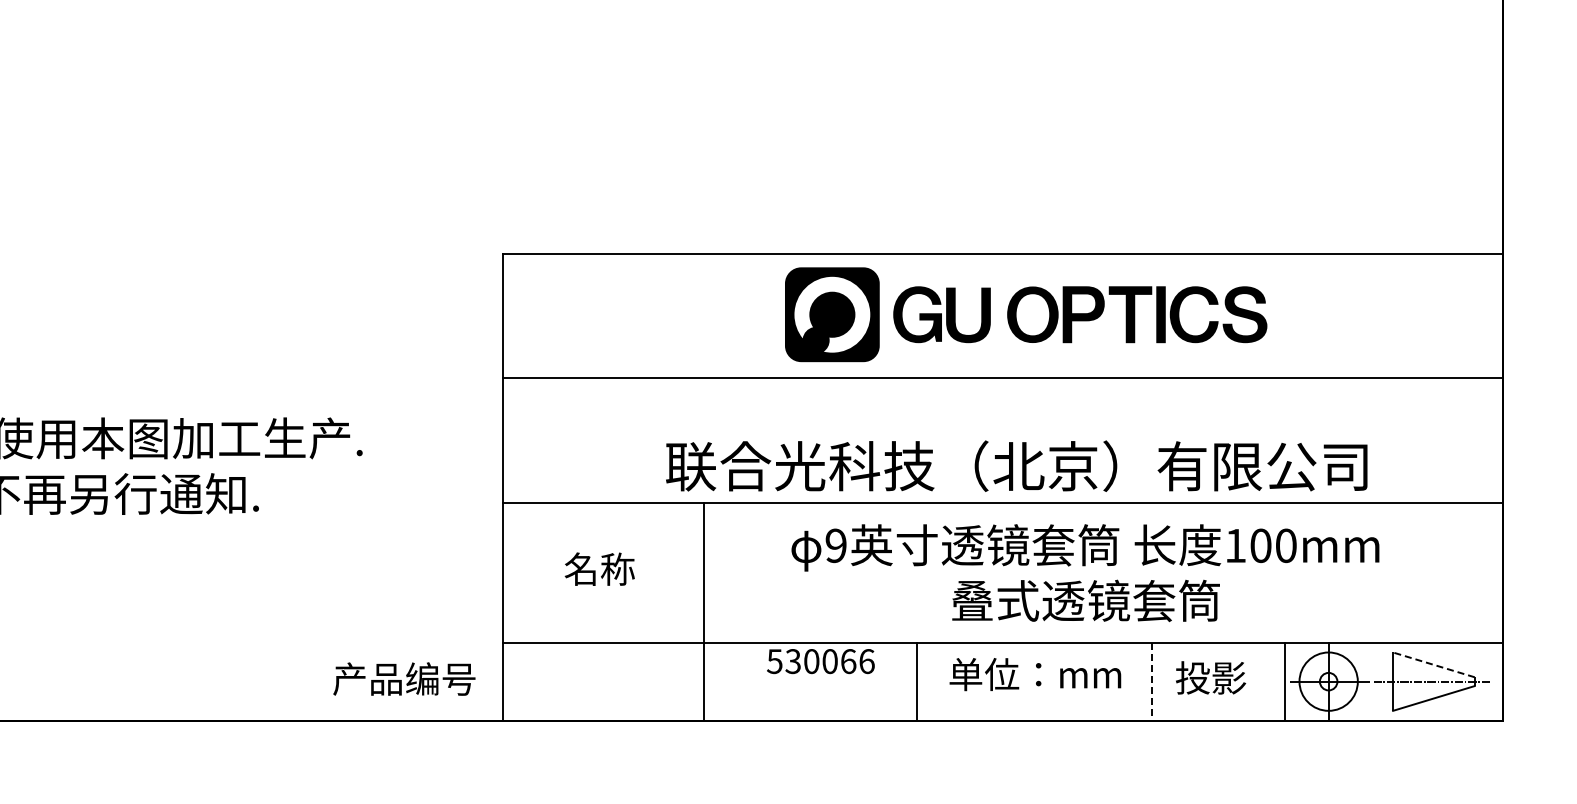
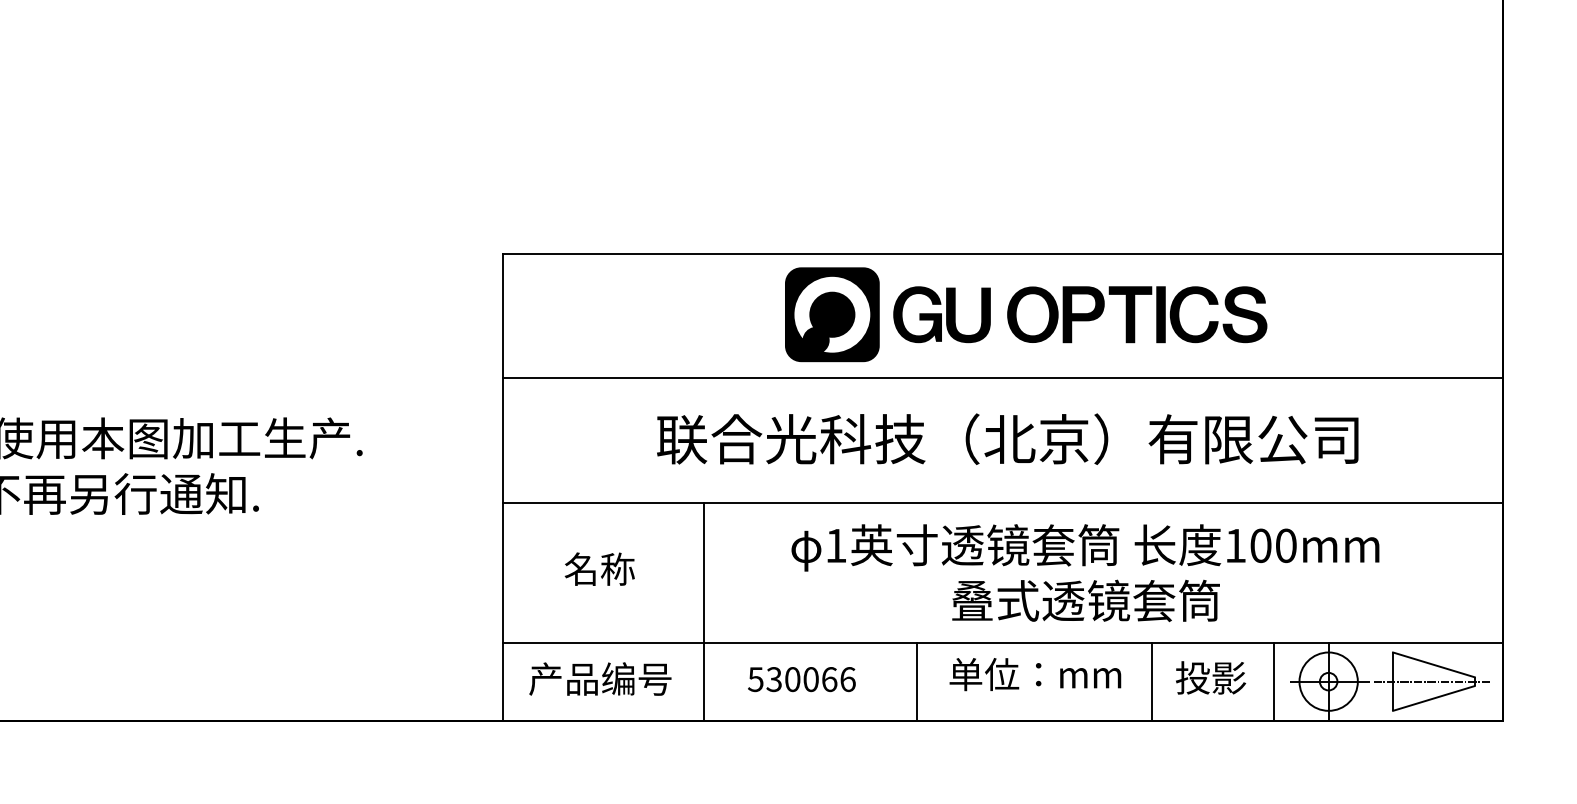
text at (1016, 465) position: (1016, 465) -> (1007, 438)
text at (835, 545): 9 -> 1
text at (820, 661) position: (820, 661) -> (801, 679)
line at (1433, 664): dashed -> solid
text at (404, 678) position: (404, 678) -> (600, 678)
line at (1152, 681): dashed -> solid
line at (1285, 681) position: (1285, 681) -> (1274, 681)
